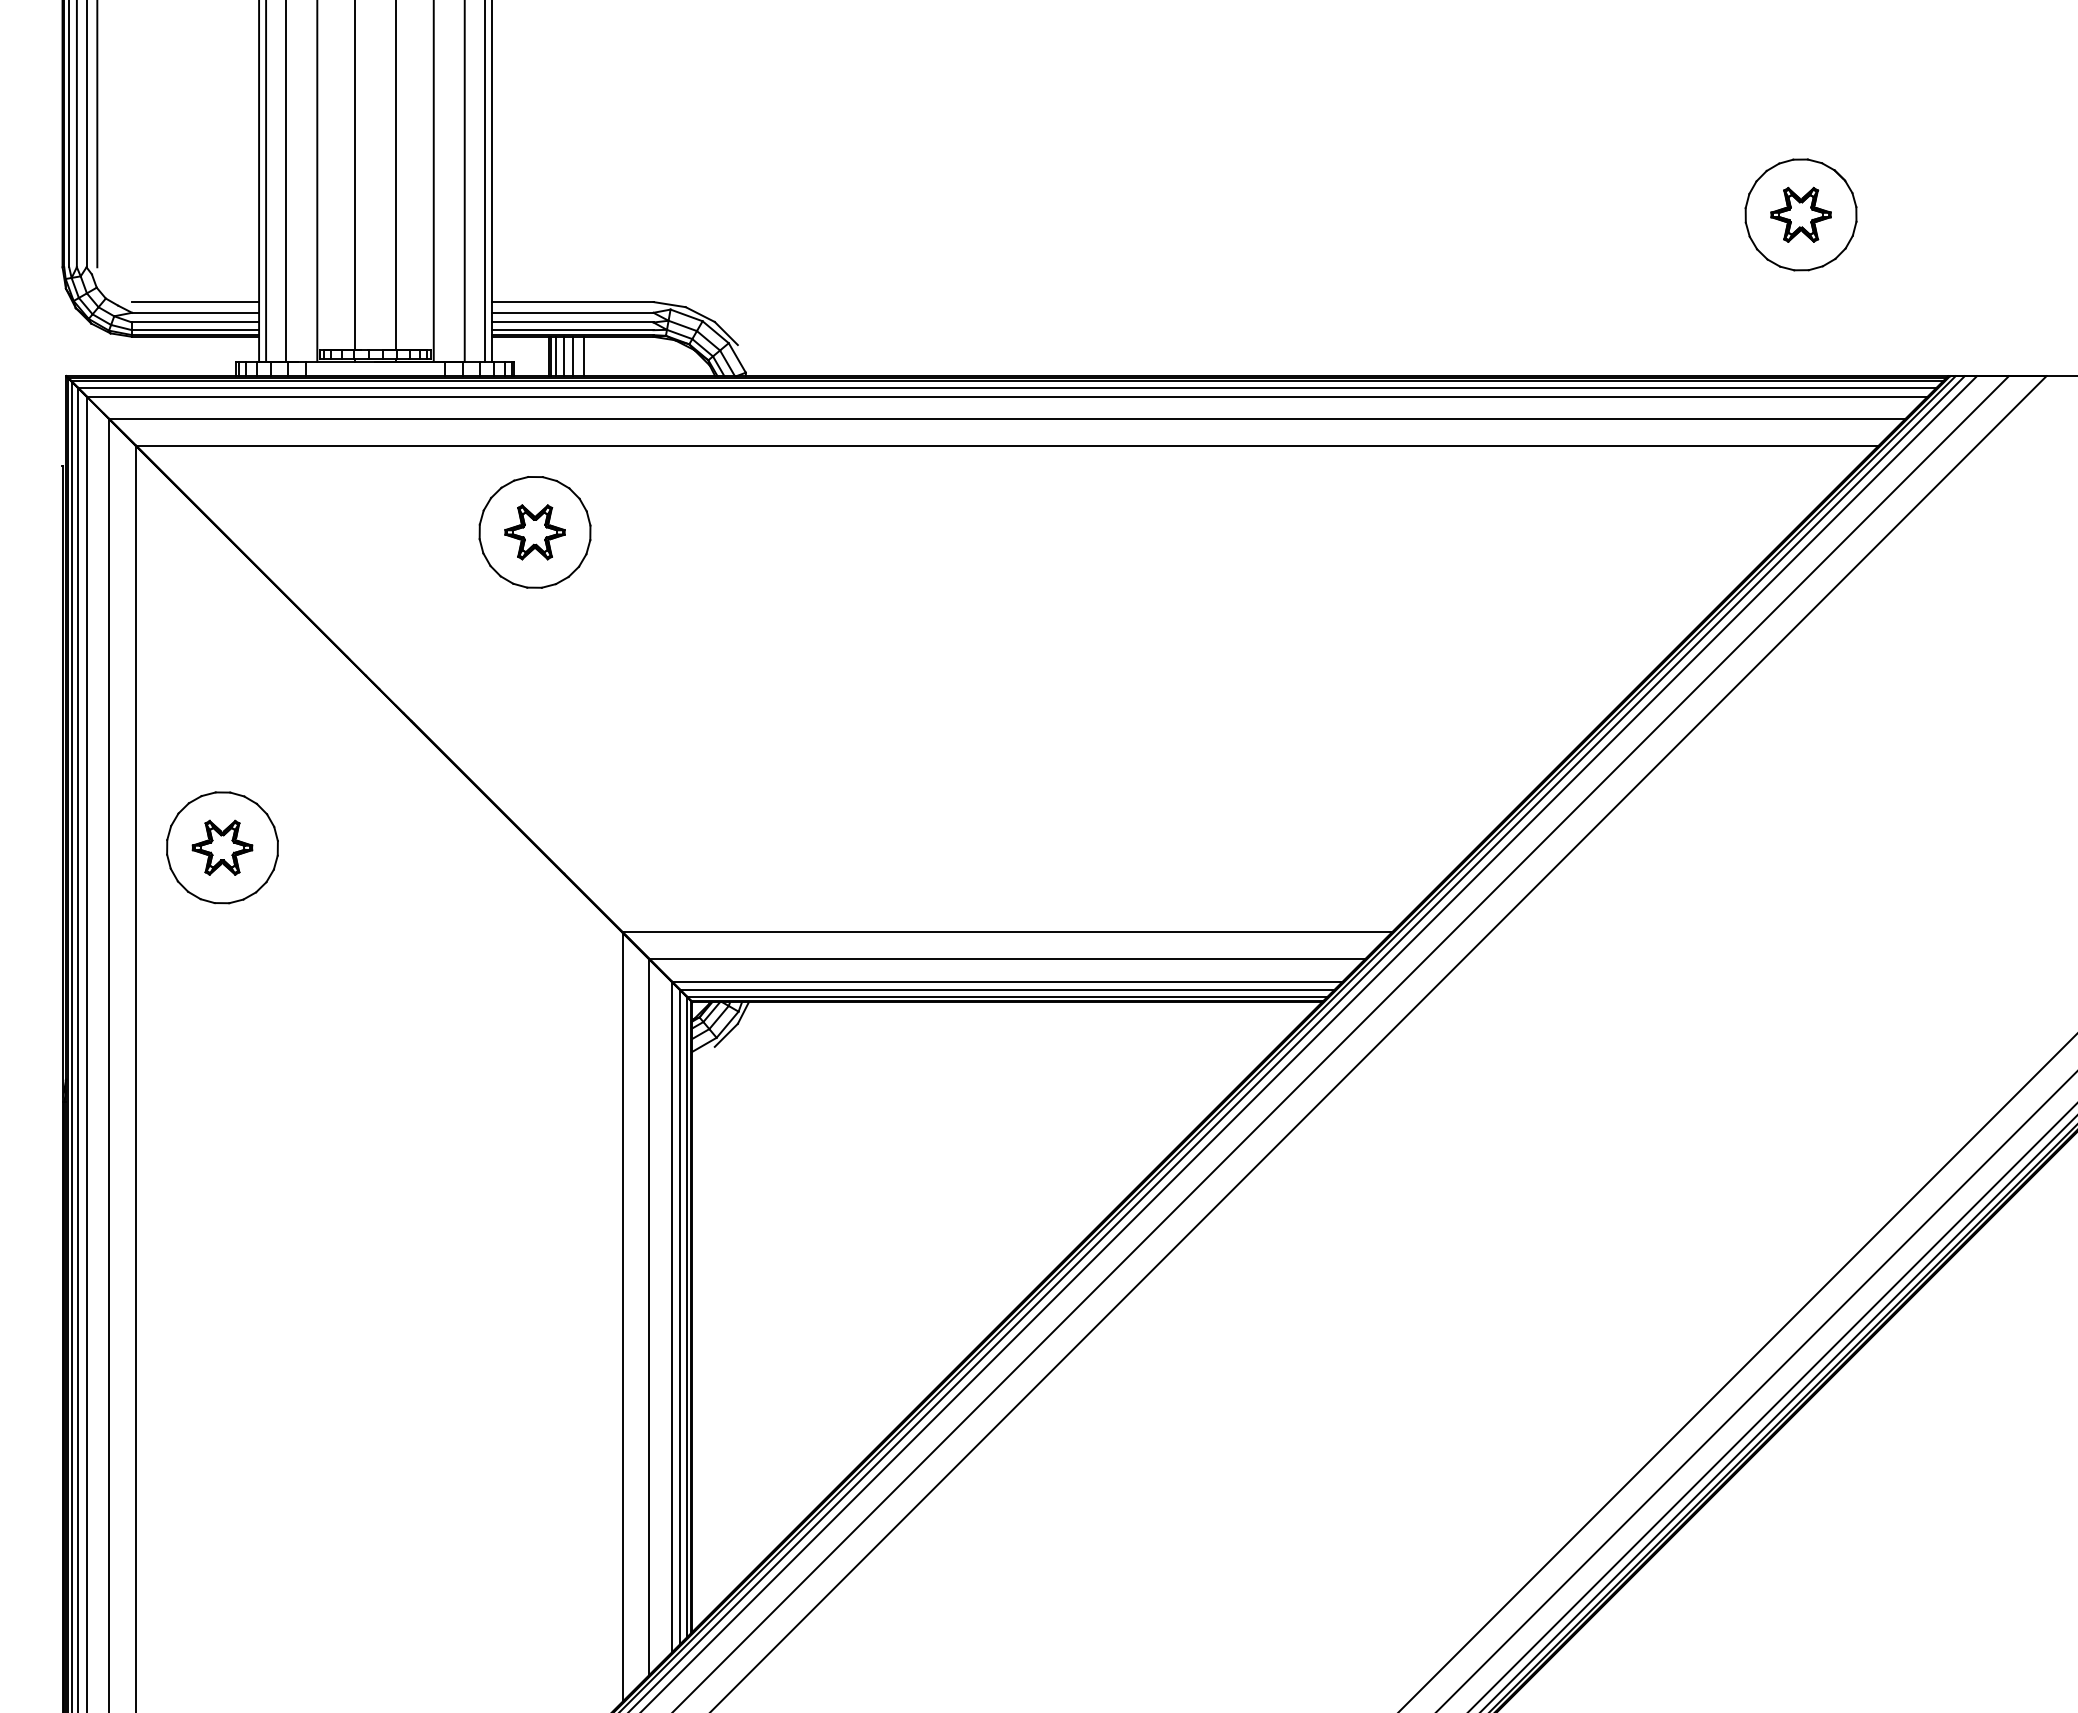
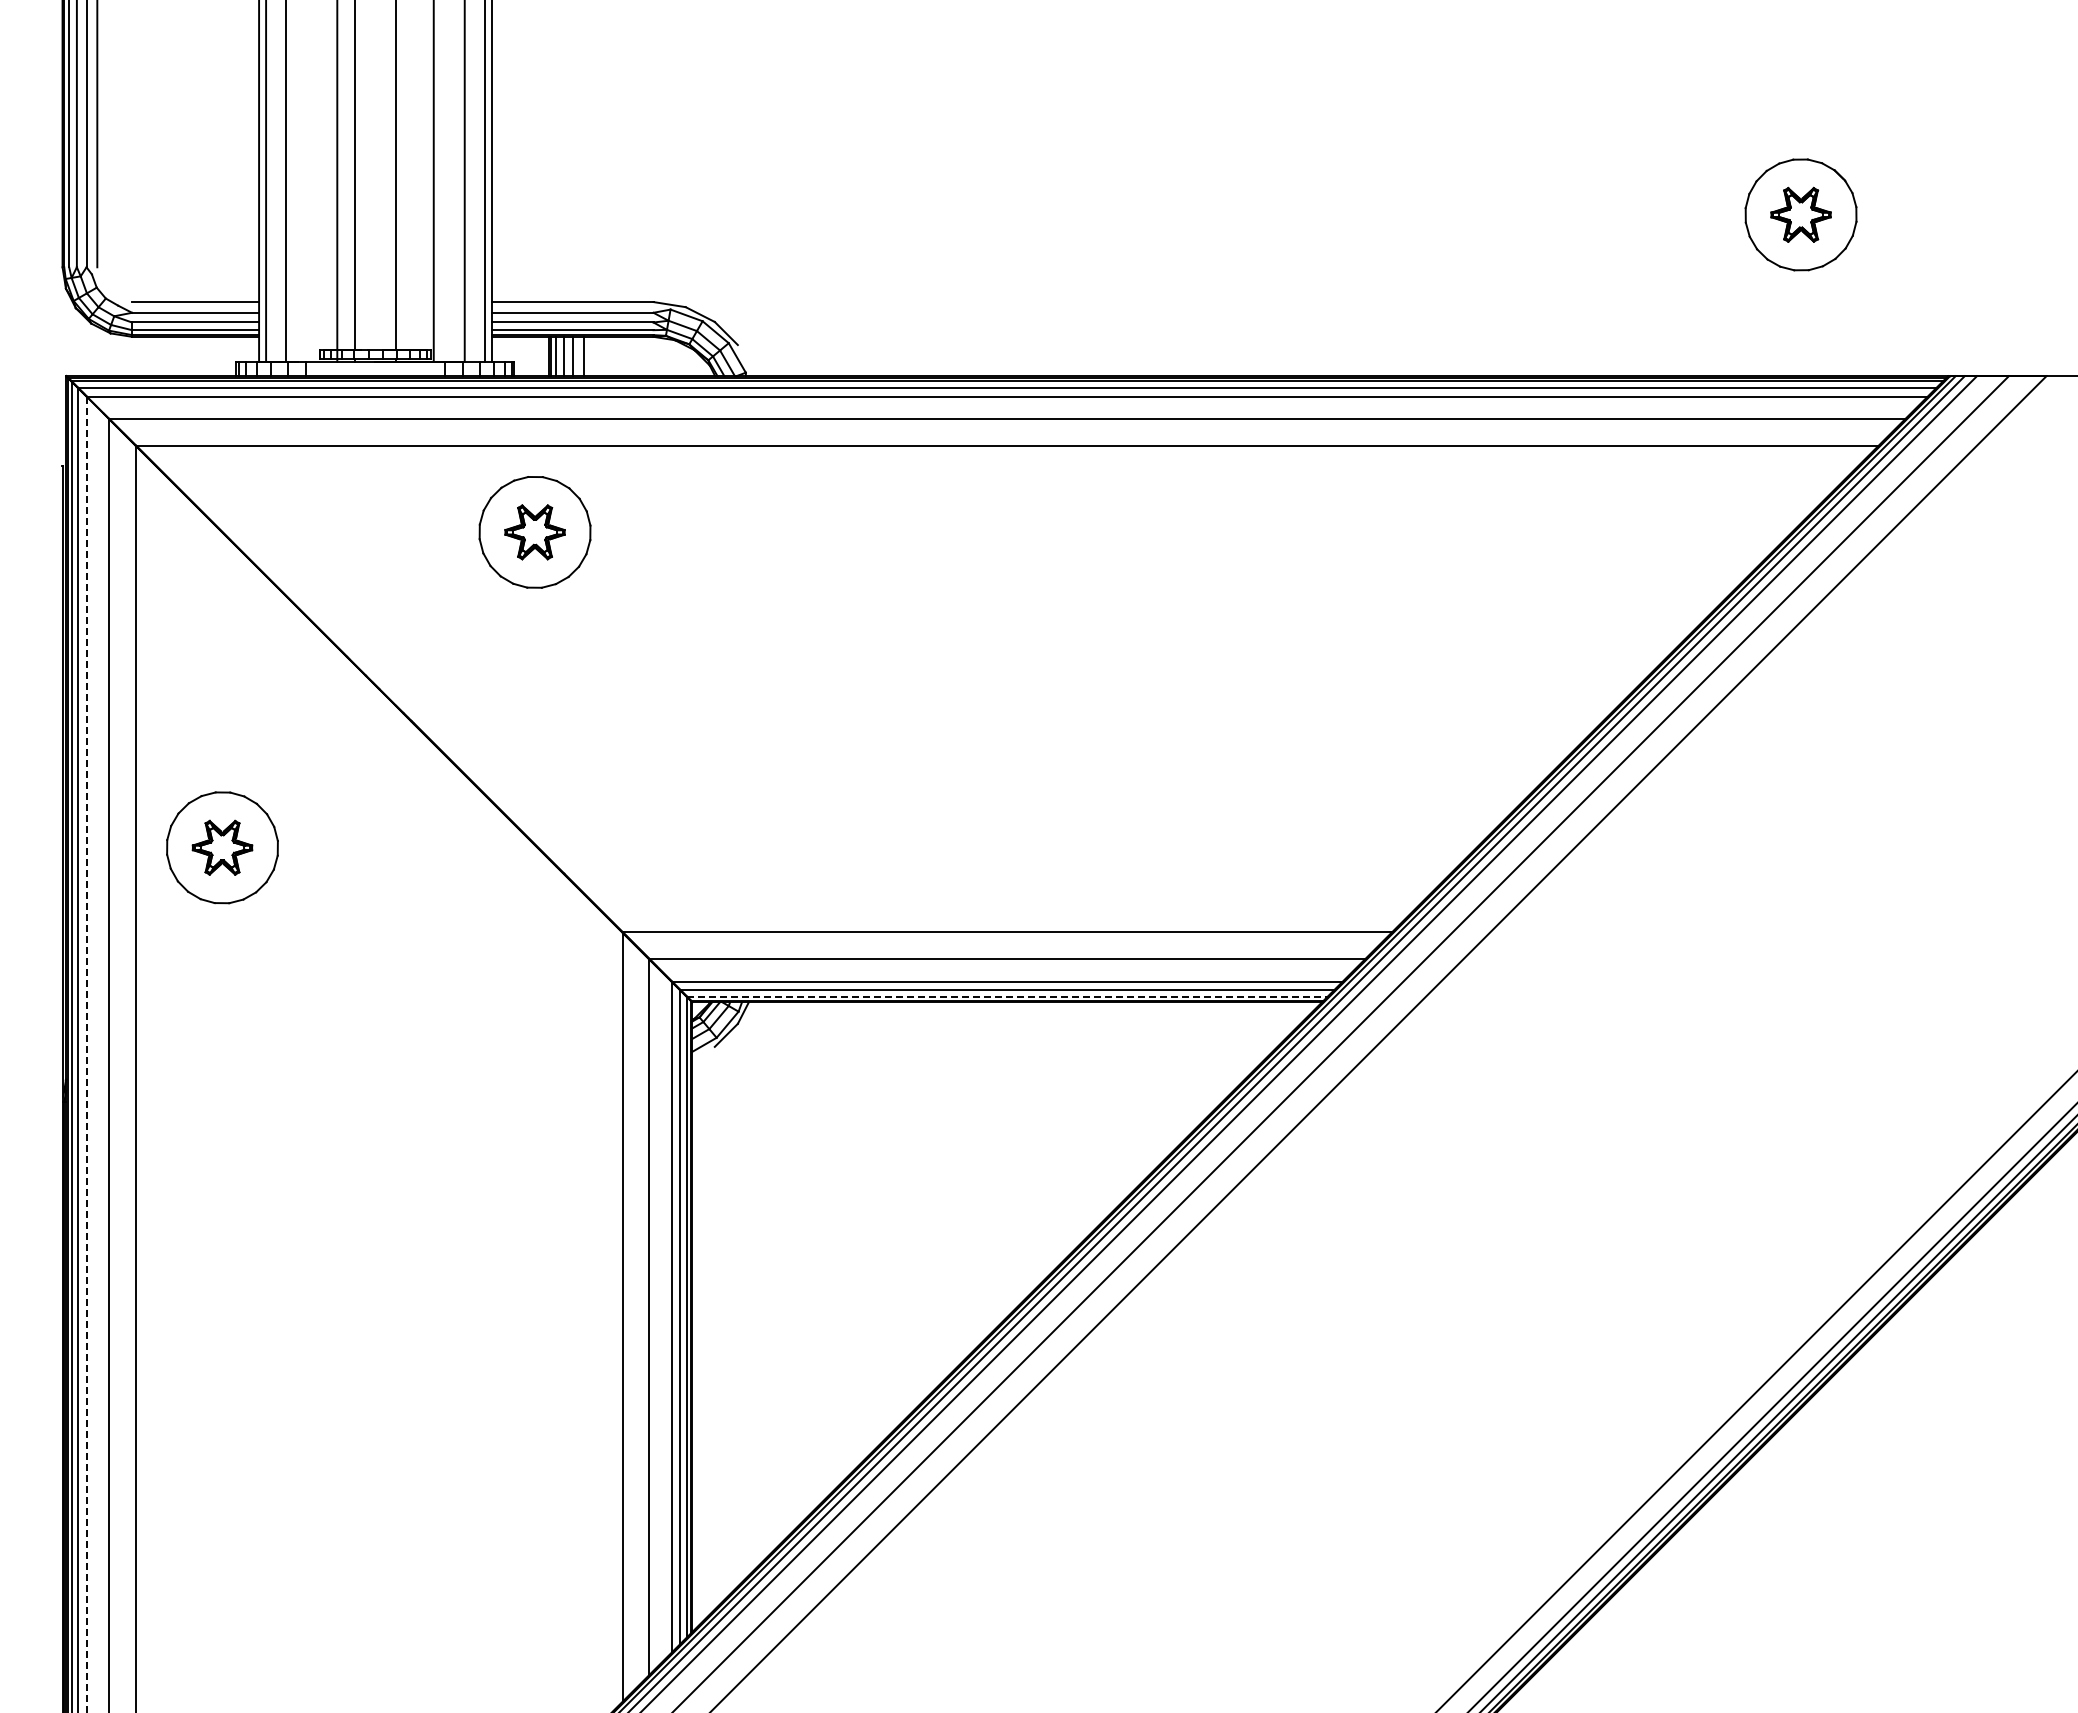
line at (317, 181) position: (317, 181) -> (337, 181)
line at (1007, 996): solid -> dashed
line at (86, 1055): solid -> dashed
line at (1737, 1372): present -> none
